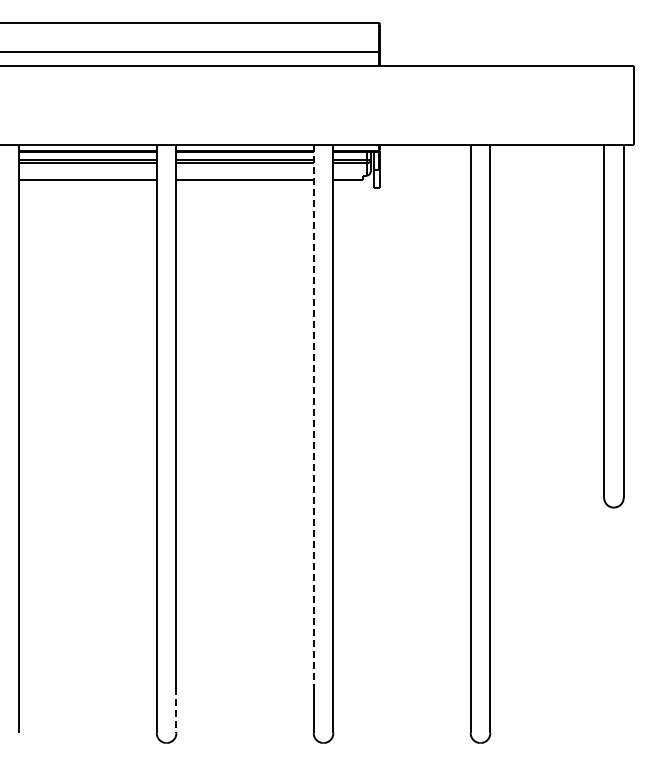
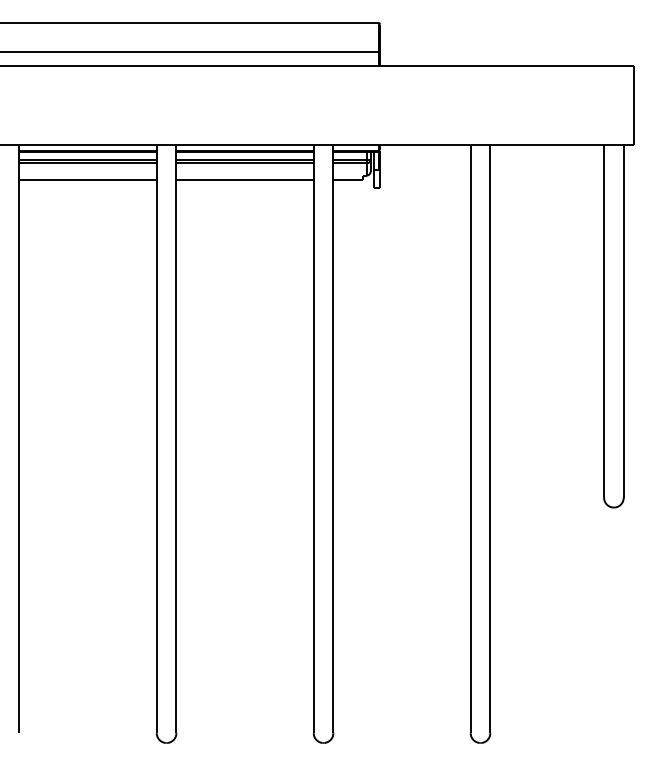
line at (313, 416): dashed -> solid
line at (176, 710): dashed -> solid
